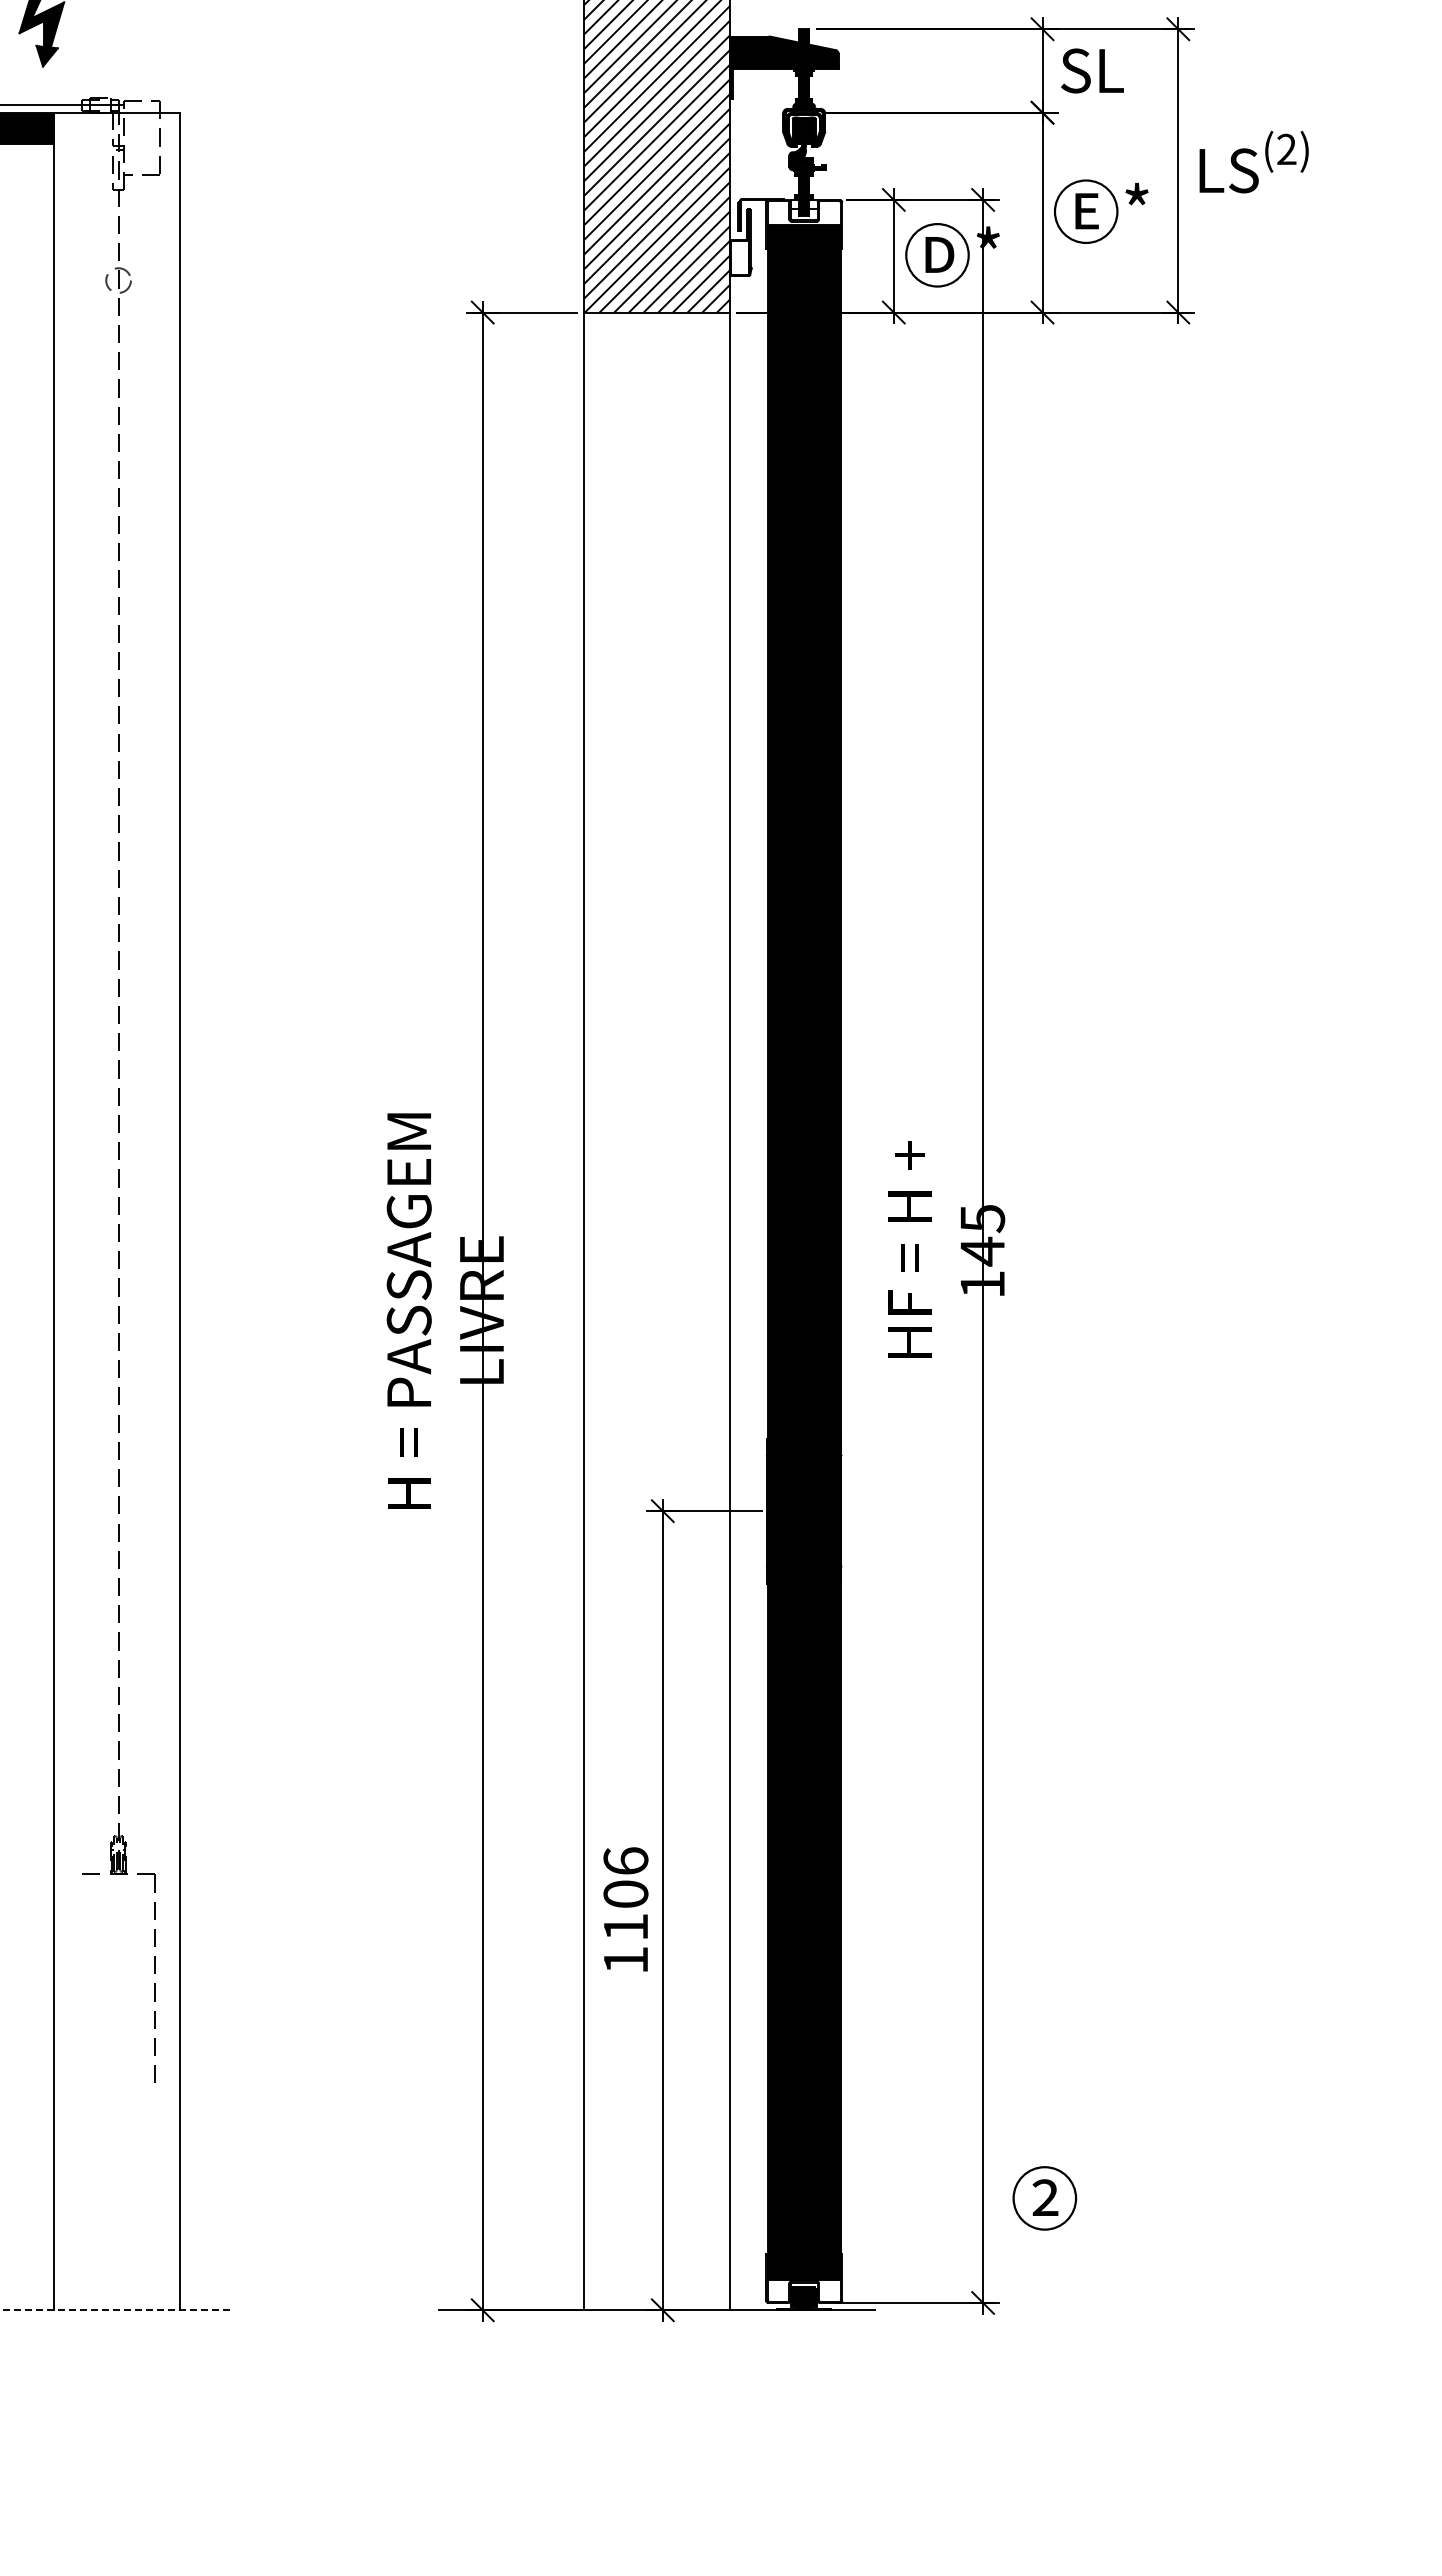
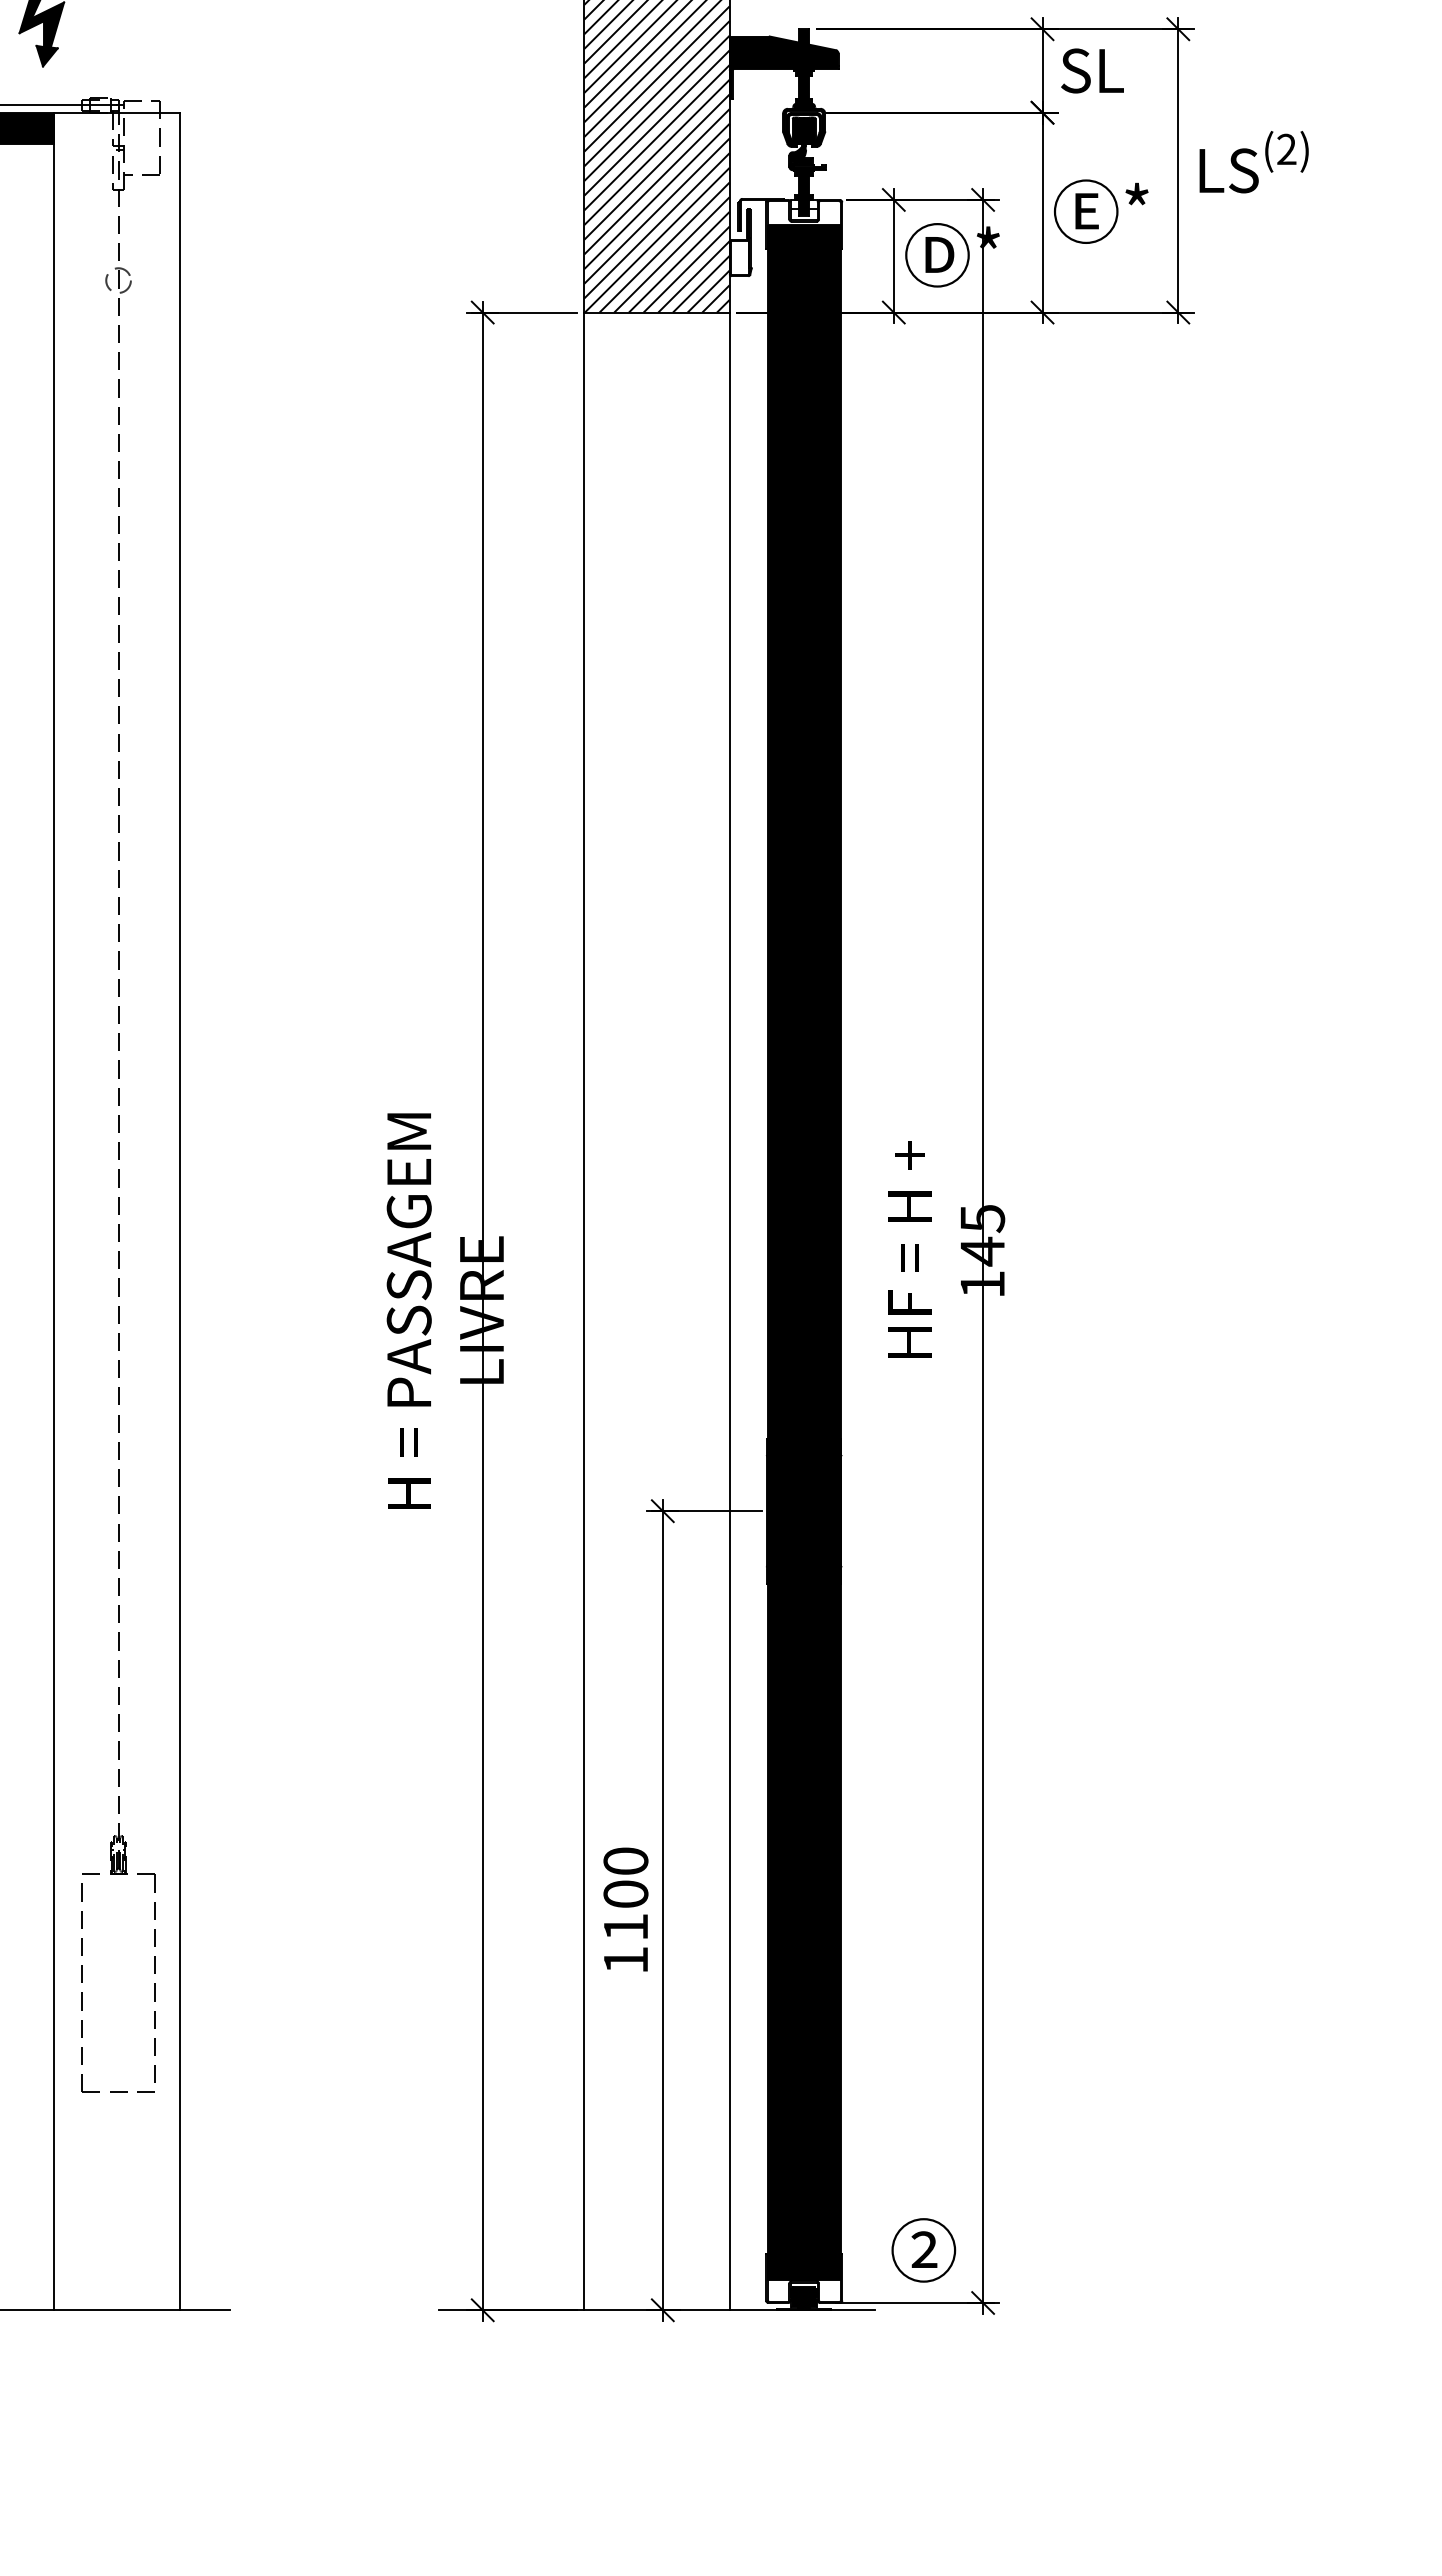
text at (625, 1860): 1106 -> 1100
part at (82, 1982): none -> present
text at (1044, 2198) position: (1044, 2198) -> (923, 2250)
line at (114, 2310): dashed -> solid
